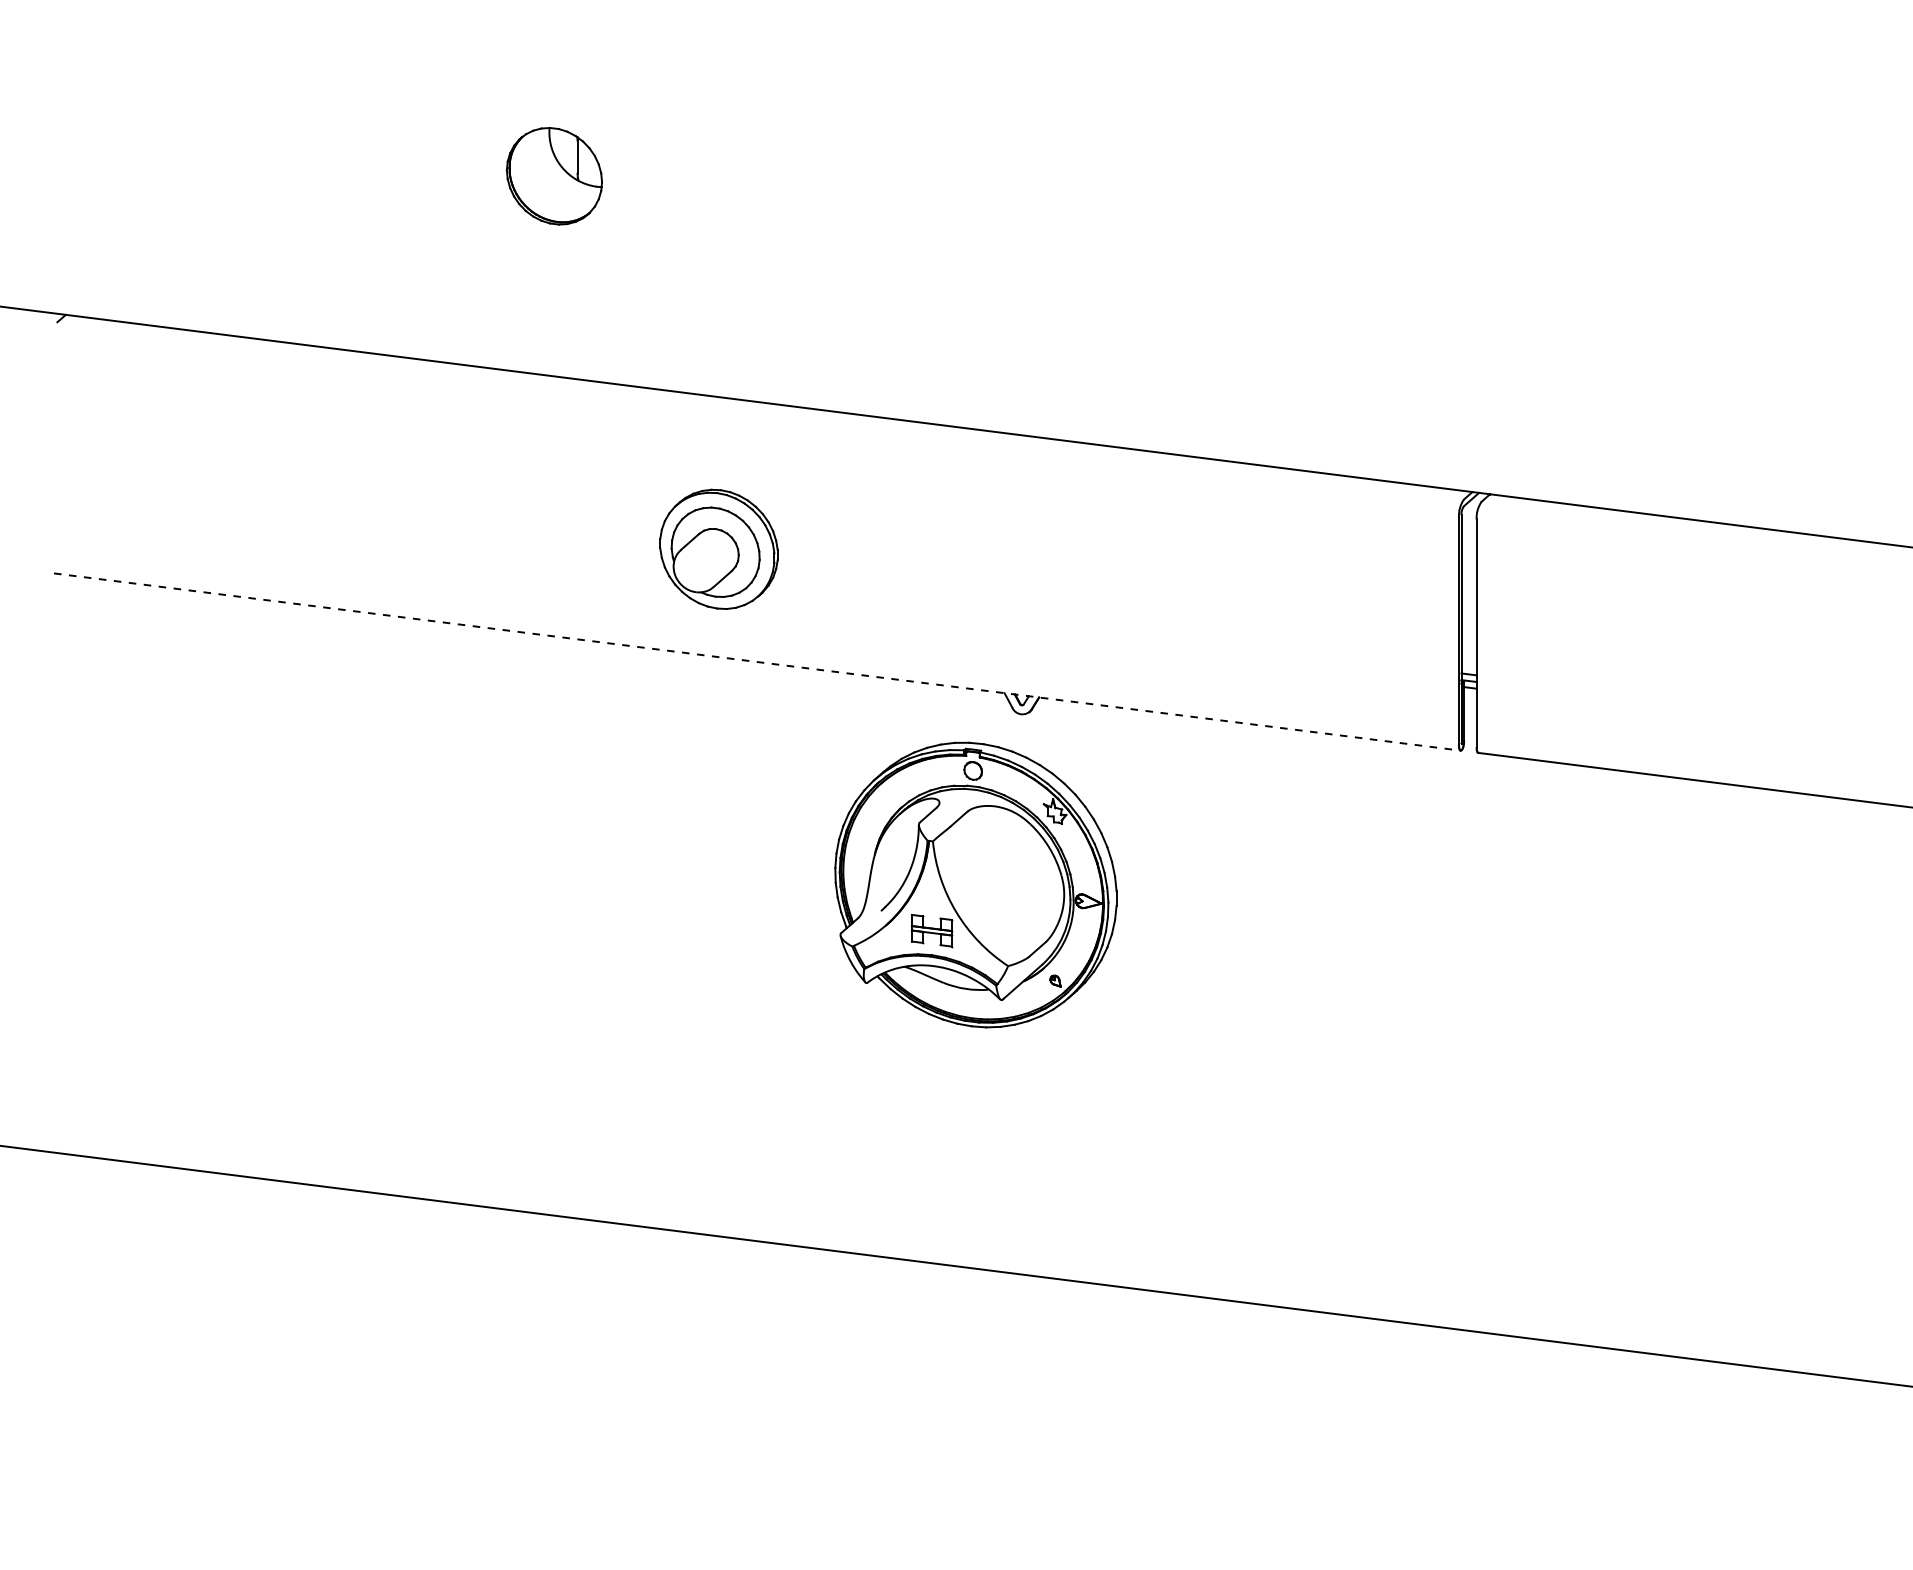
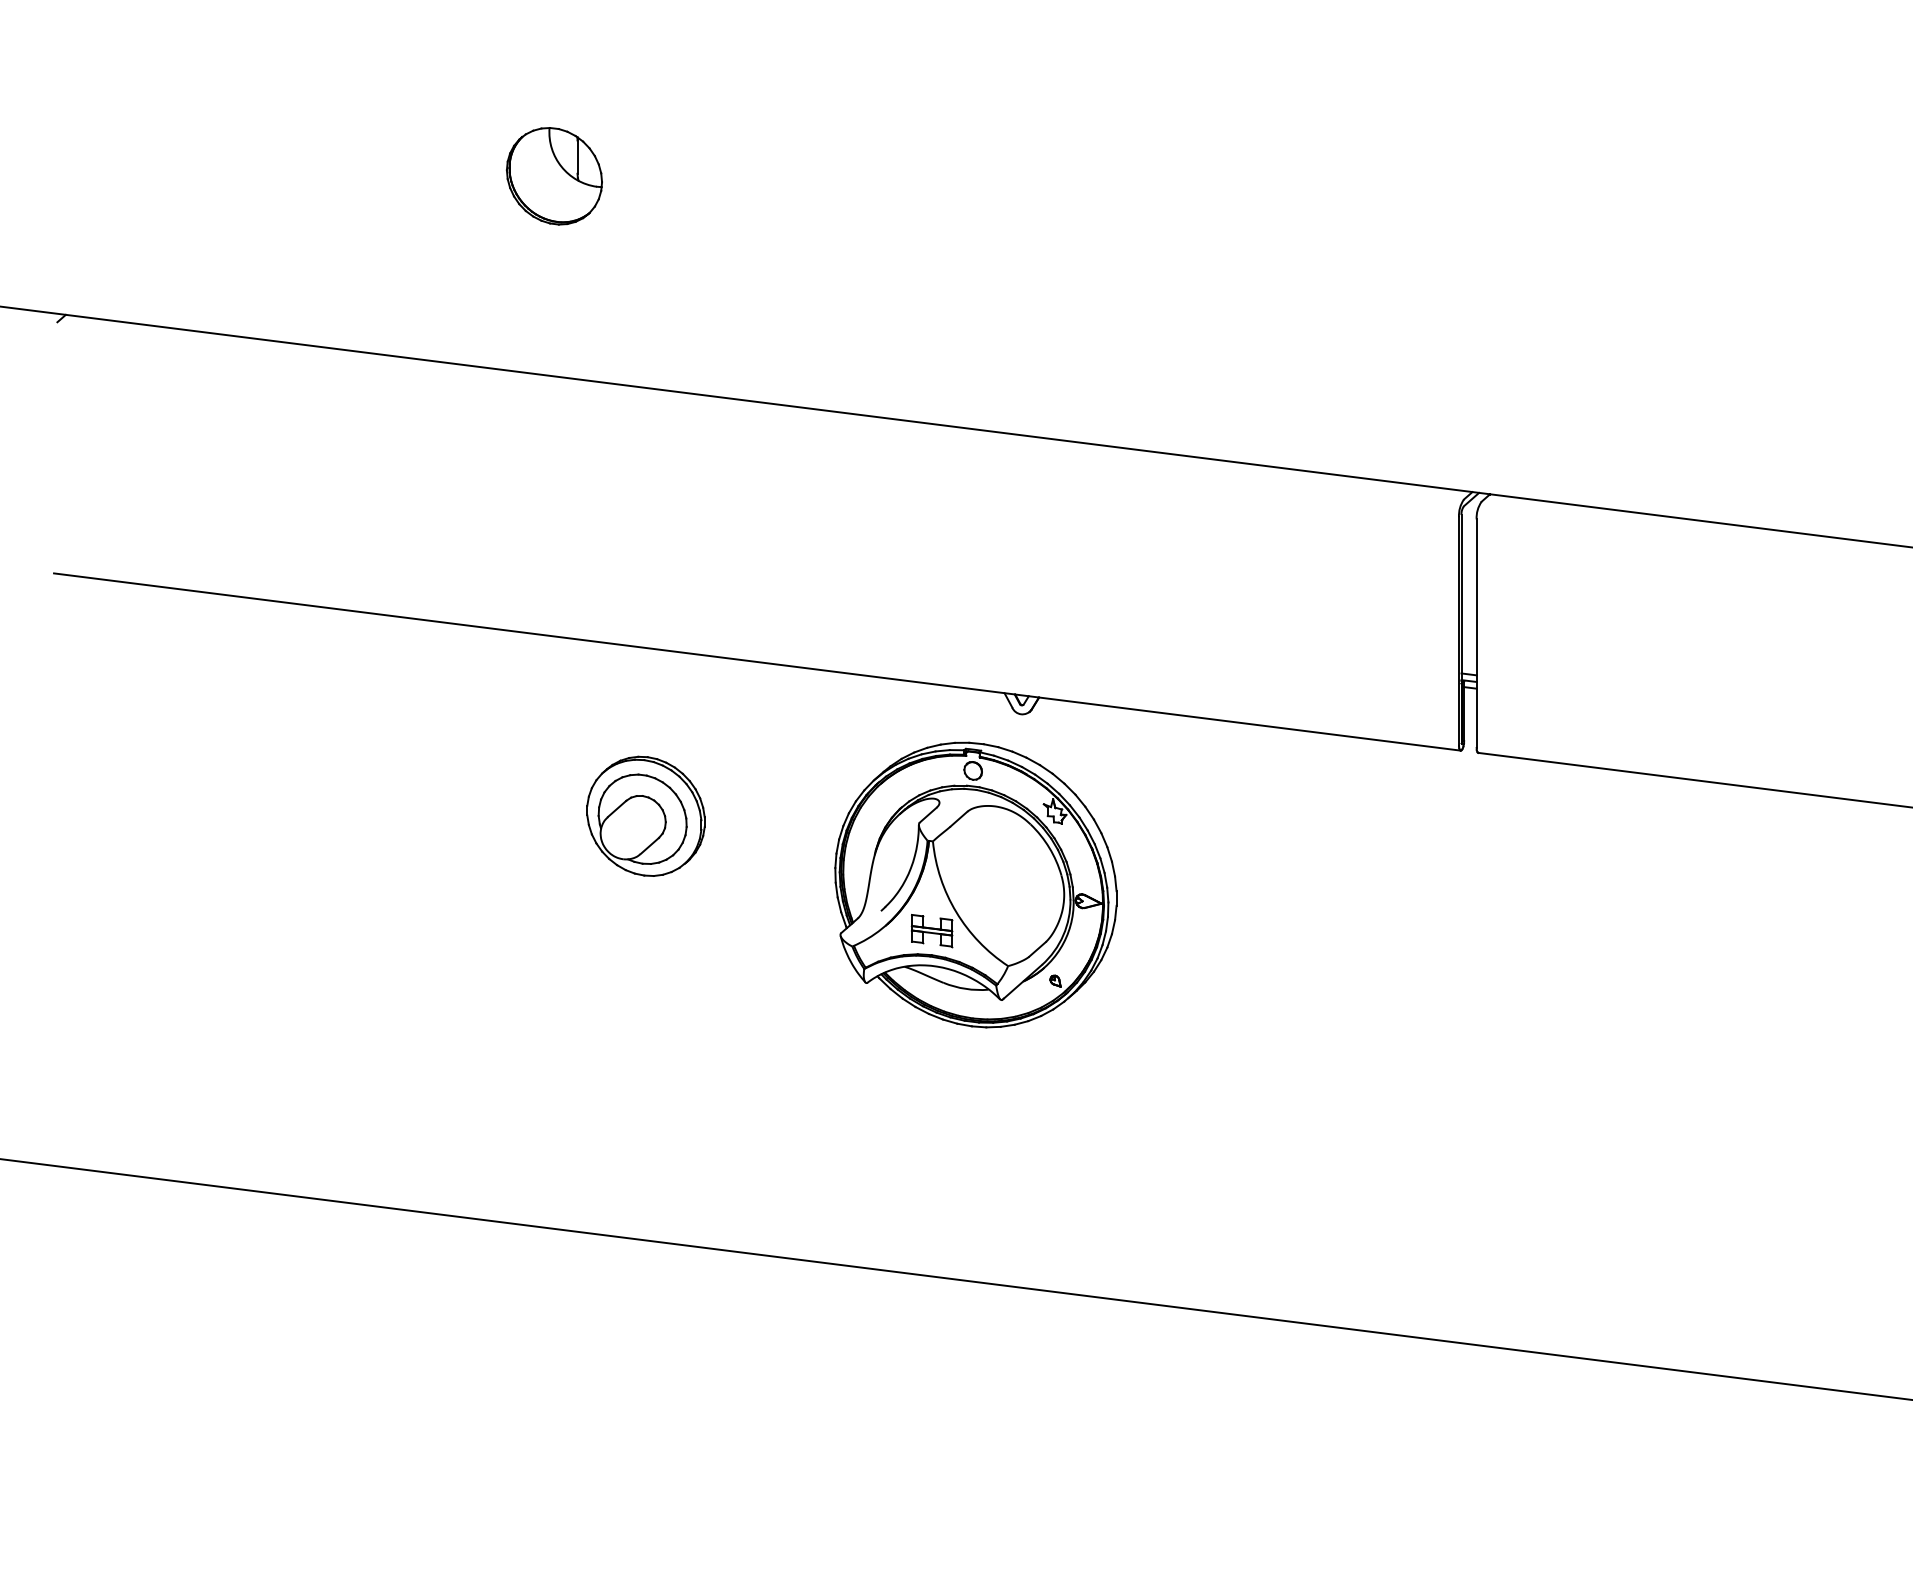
part at (718, 548) position: (718, 548) -> (645, 815)
line at (757, 662): dashed -> solid
line at (955, 1266) position: (955, 1266) -> (955, 1279)
